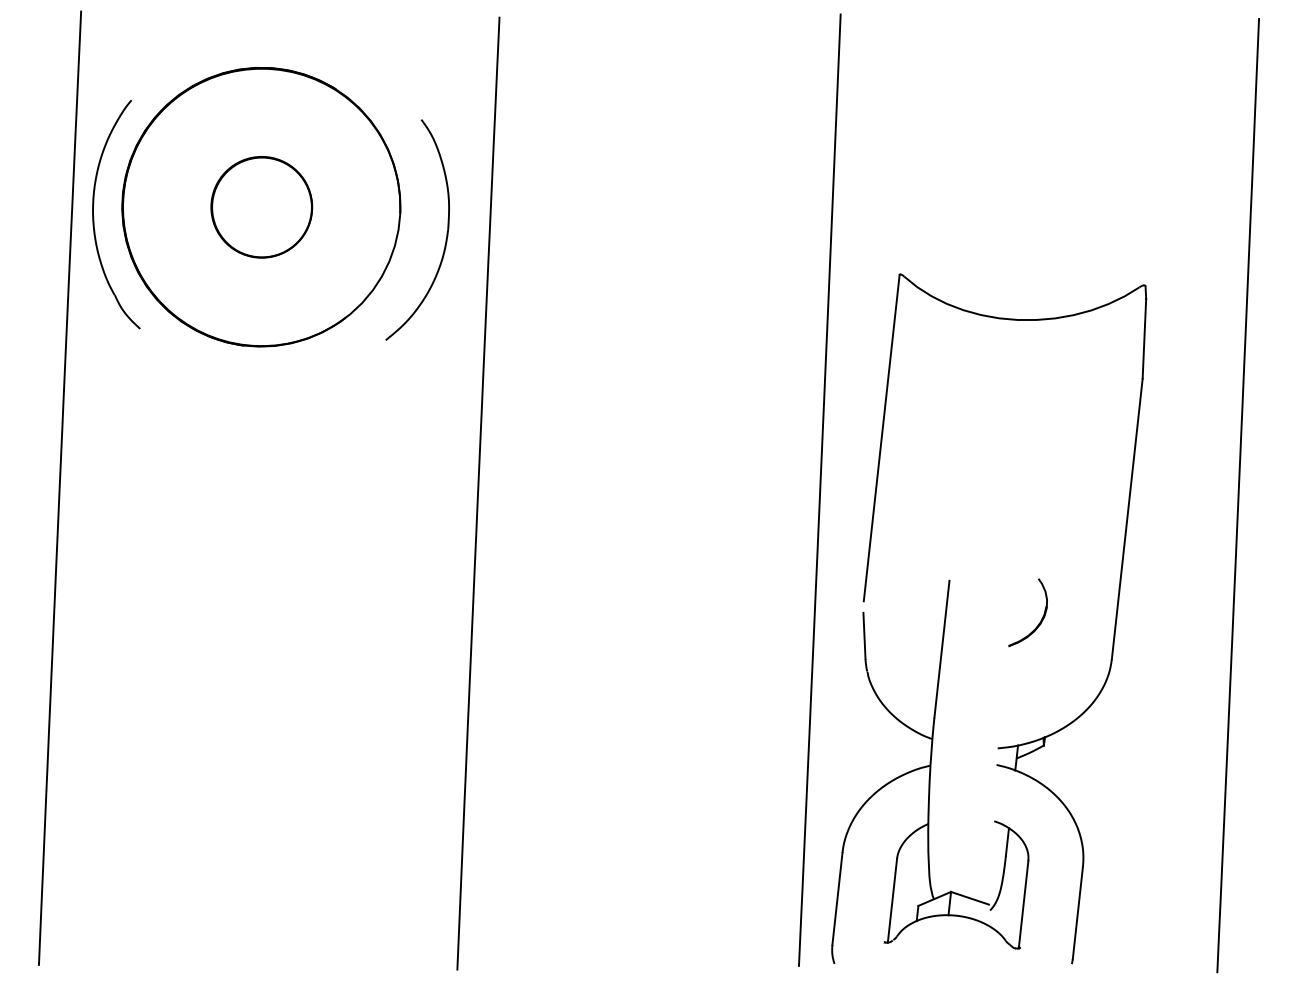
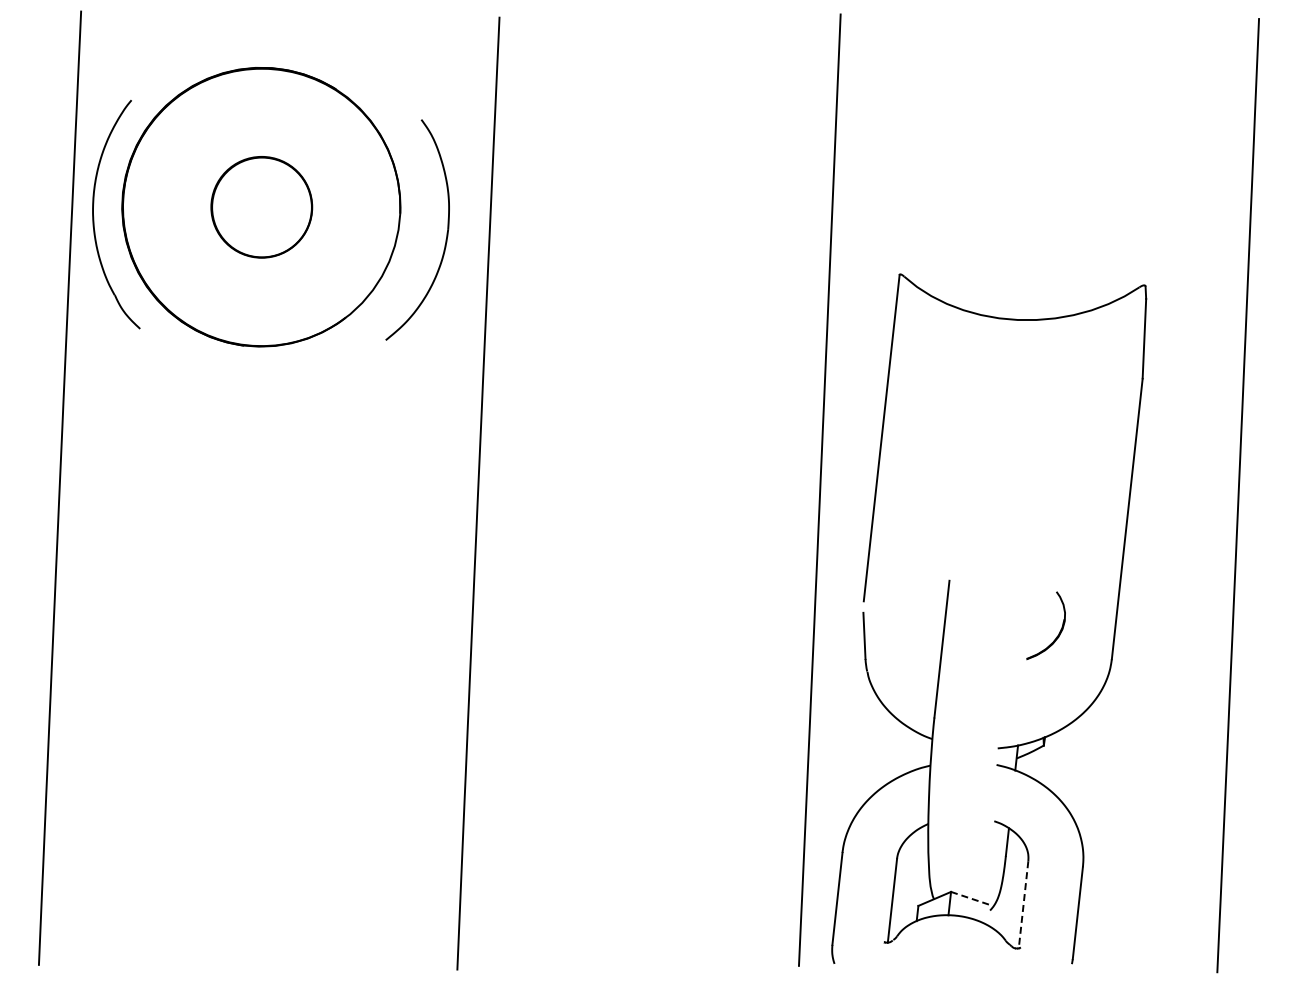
part at (1041, 618) position: (1041, 618) -> (1059, 631)
line at (970, 898): solid -> dashed
line at (1023, 904): solid -> dashed
